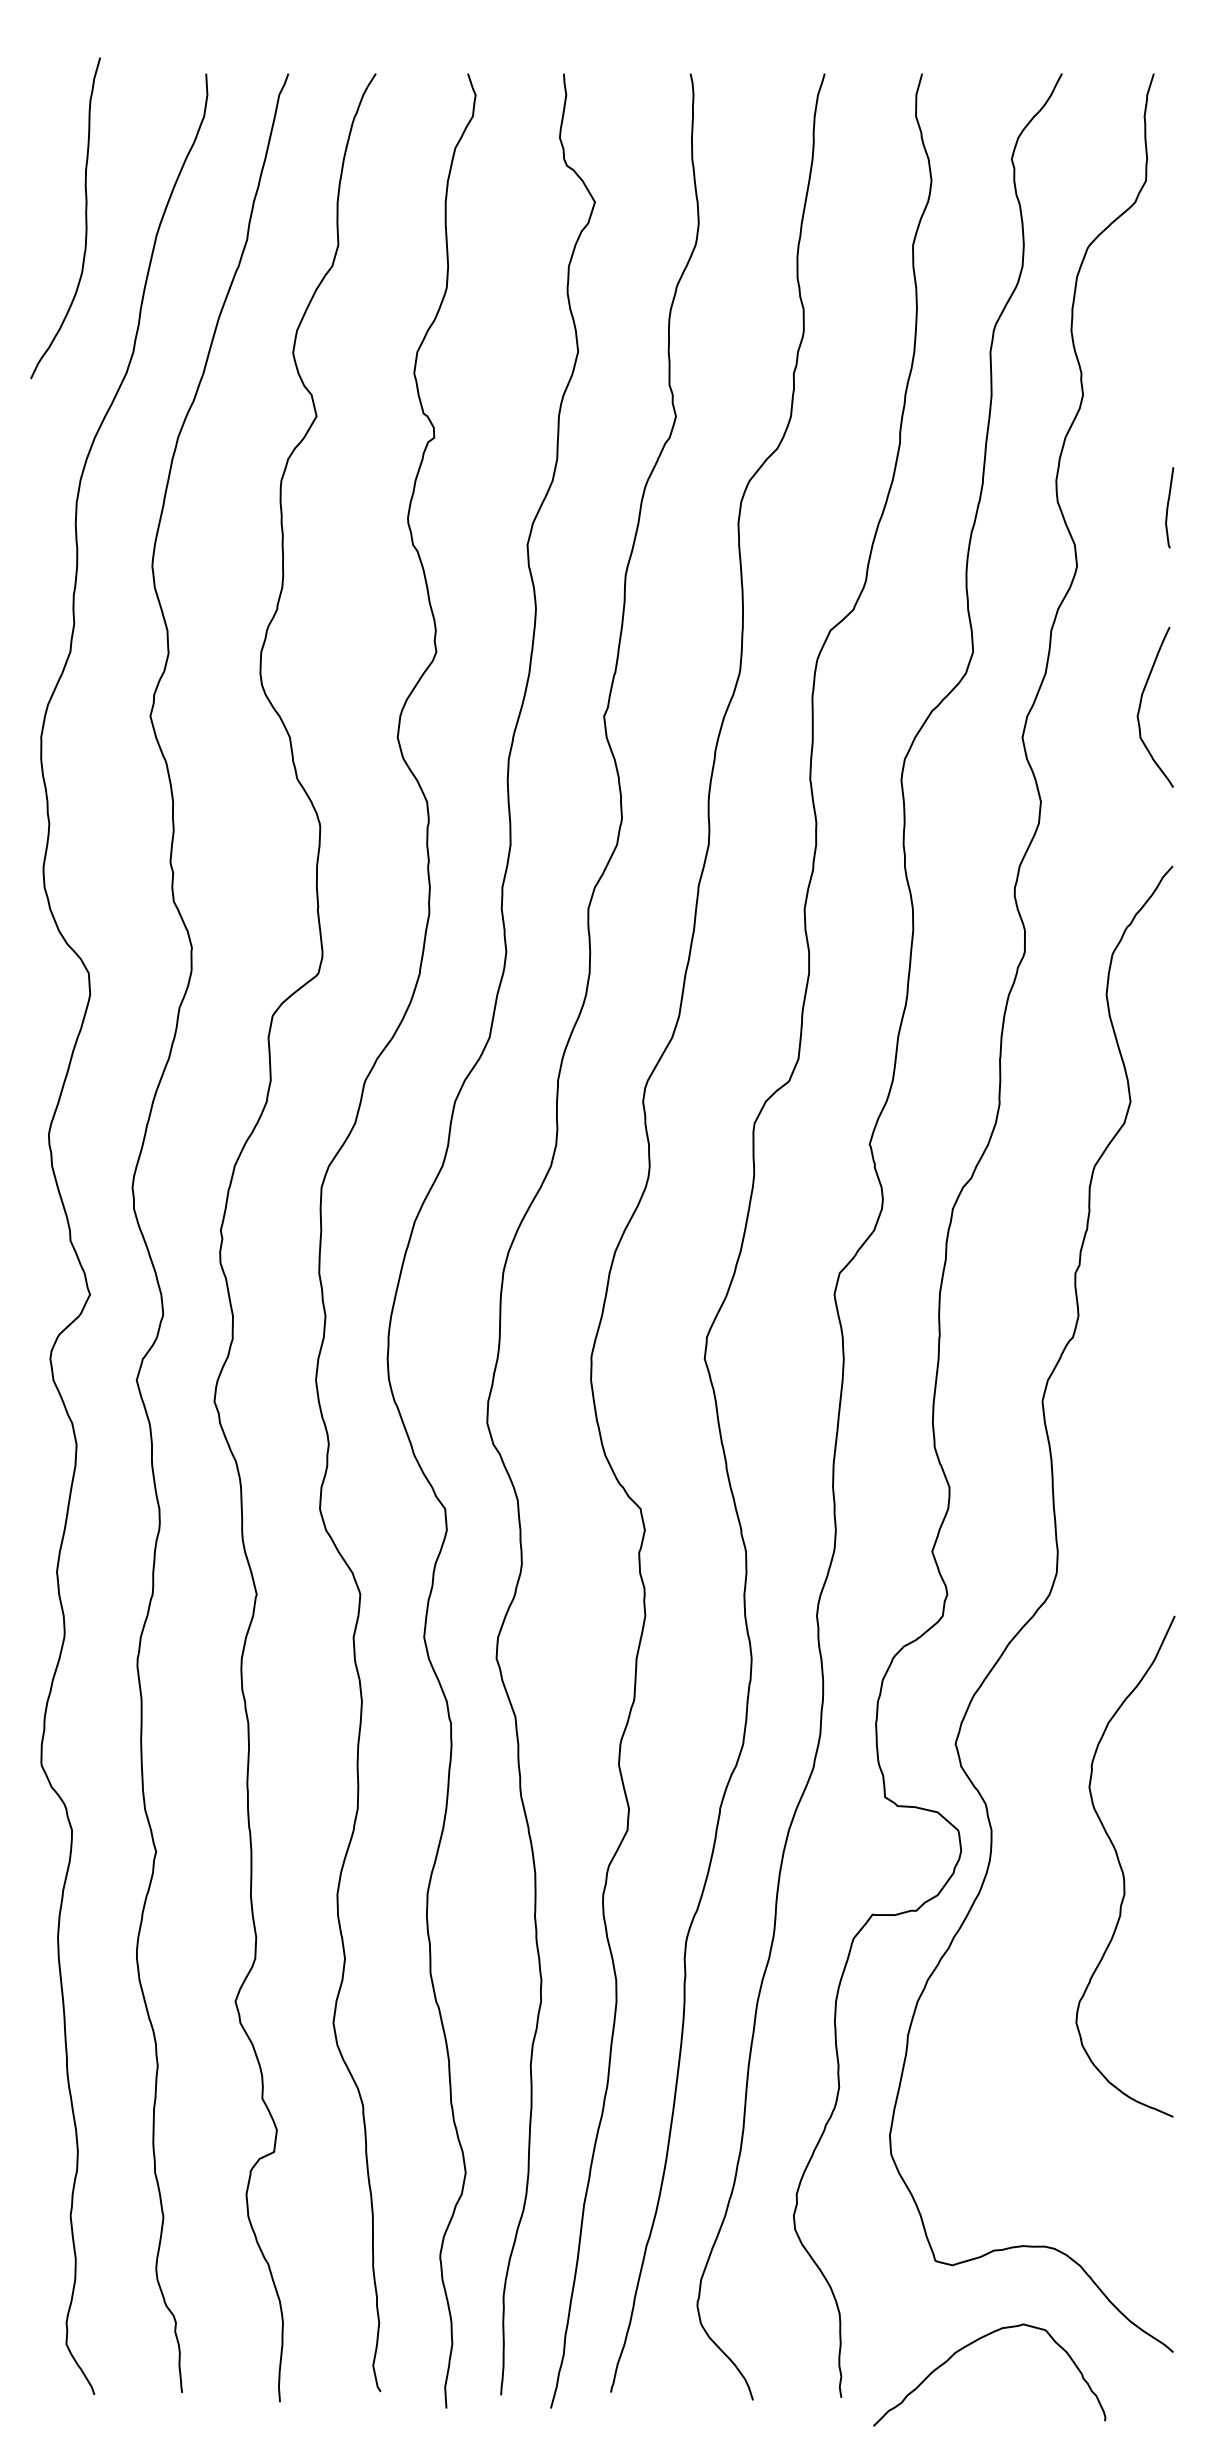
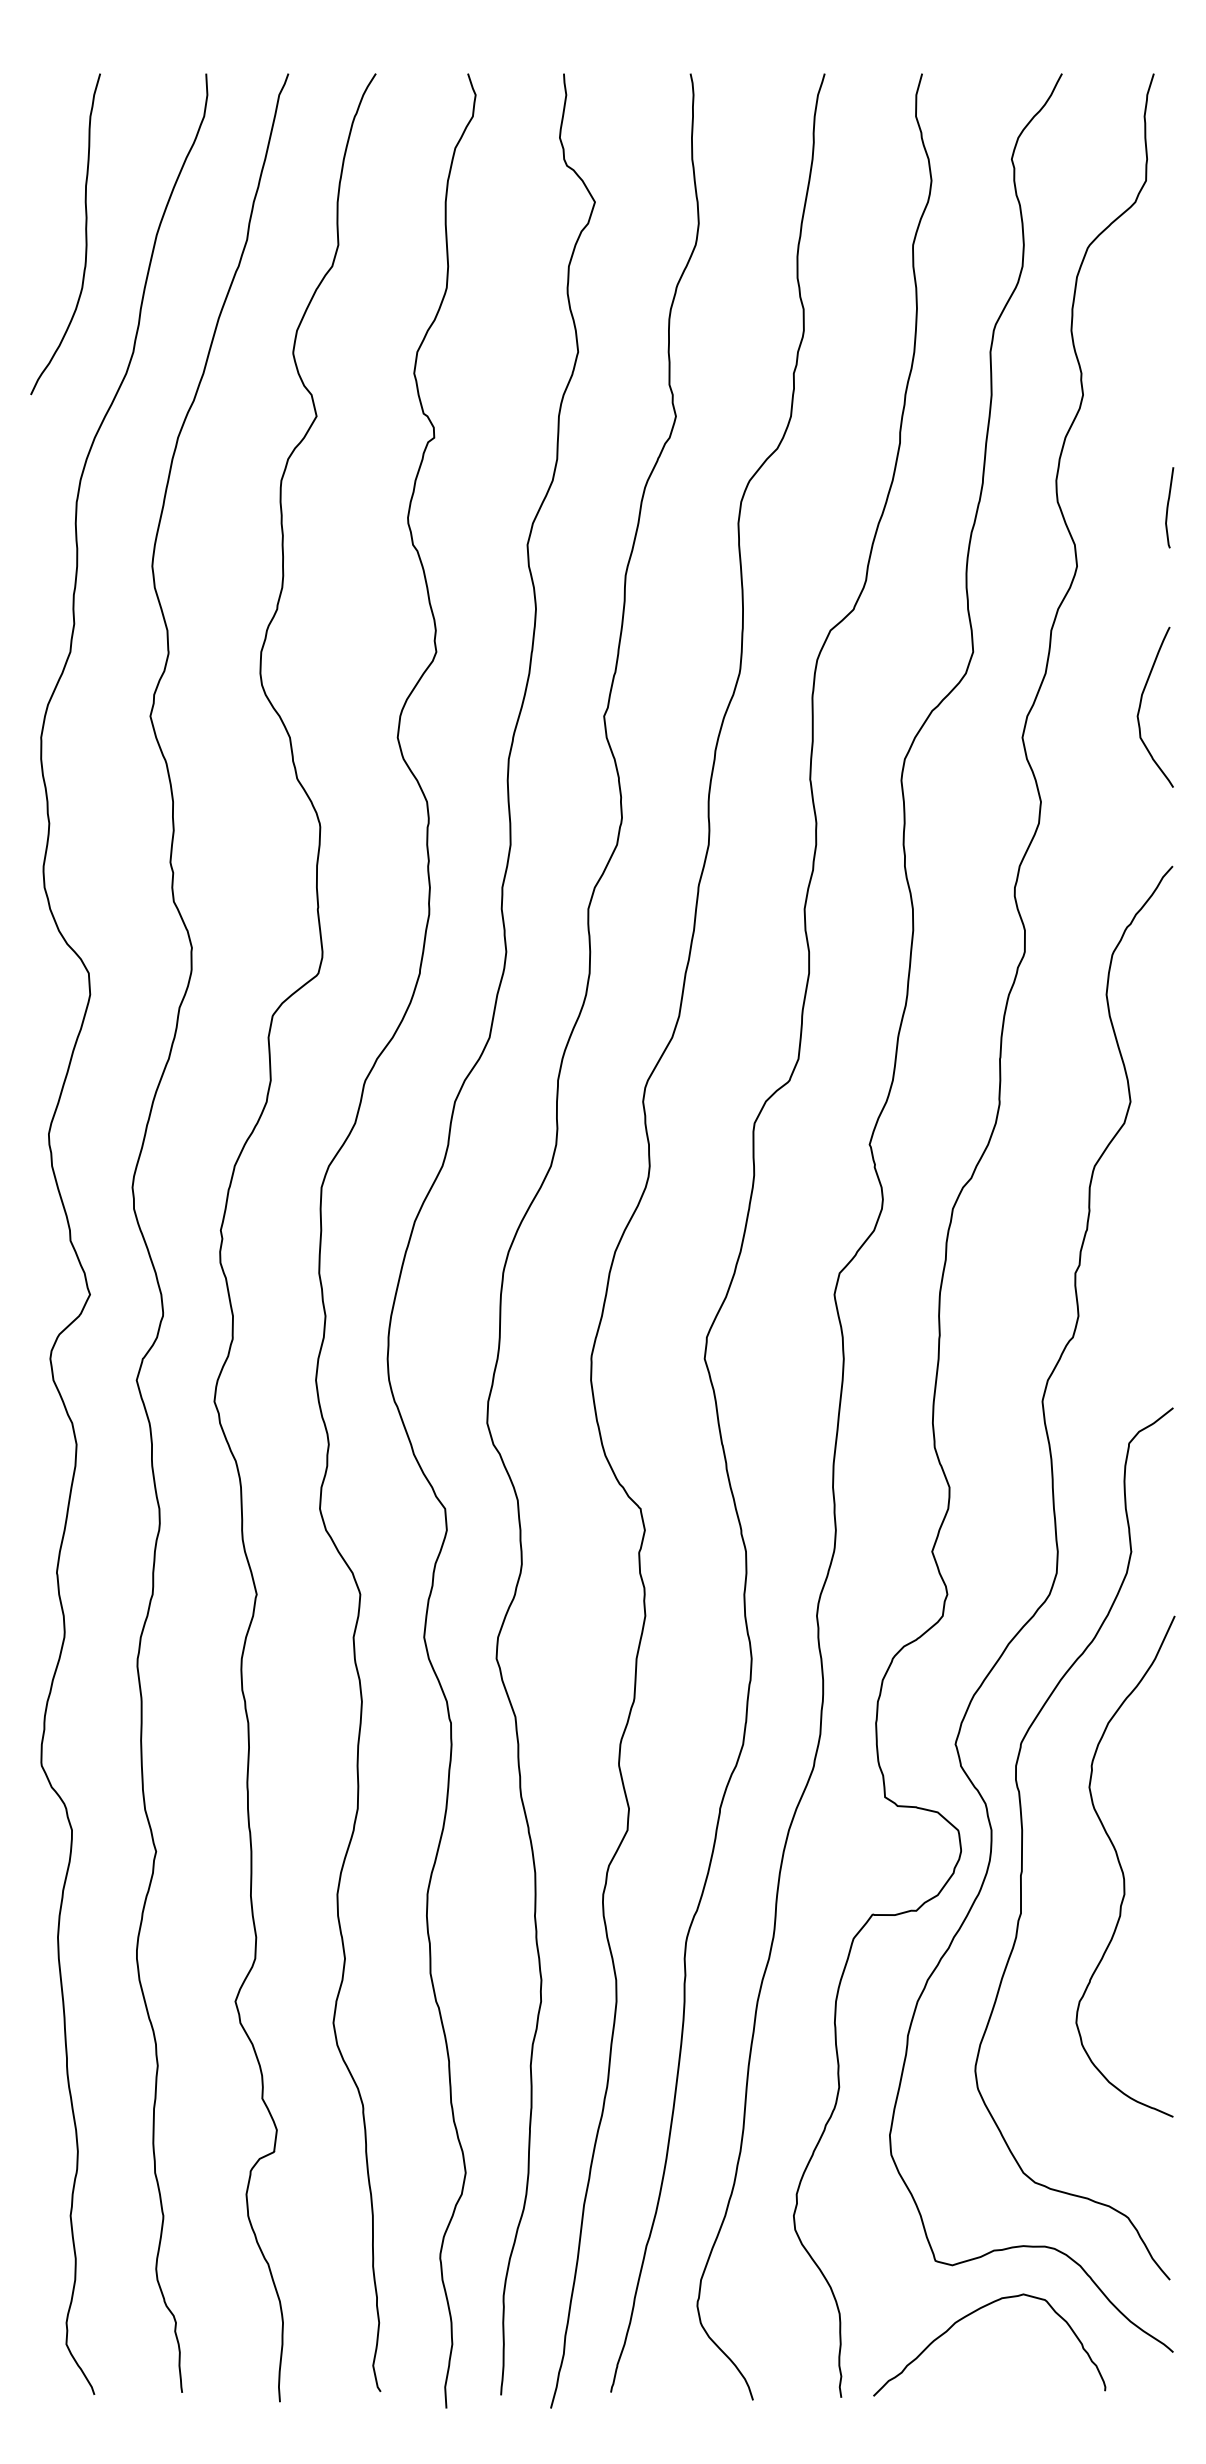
curve at (85, 218) position: (85, 218) -> (85, 234)
curve at (1022, 1843): none -> present
curve at (973, 2343) position: (973, 2343) -> (973, 2313)
